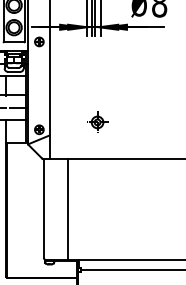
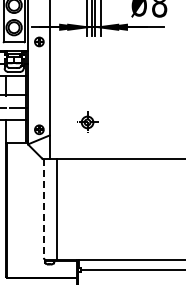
part at (97, 121) position: (97, 121) -> (87, 121)
line at (43, 208): solid -> dashed
line at (68, 208) position: (68, 208) -> (57, 208)
